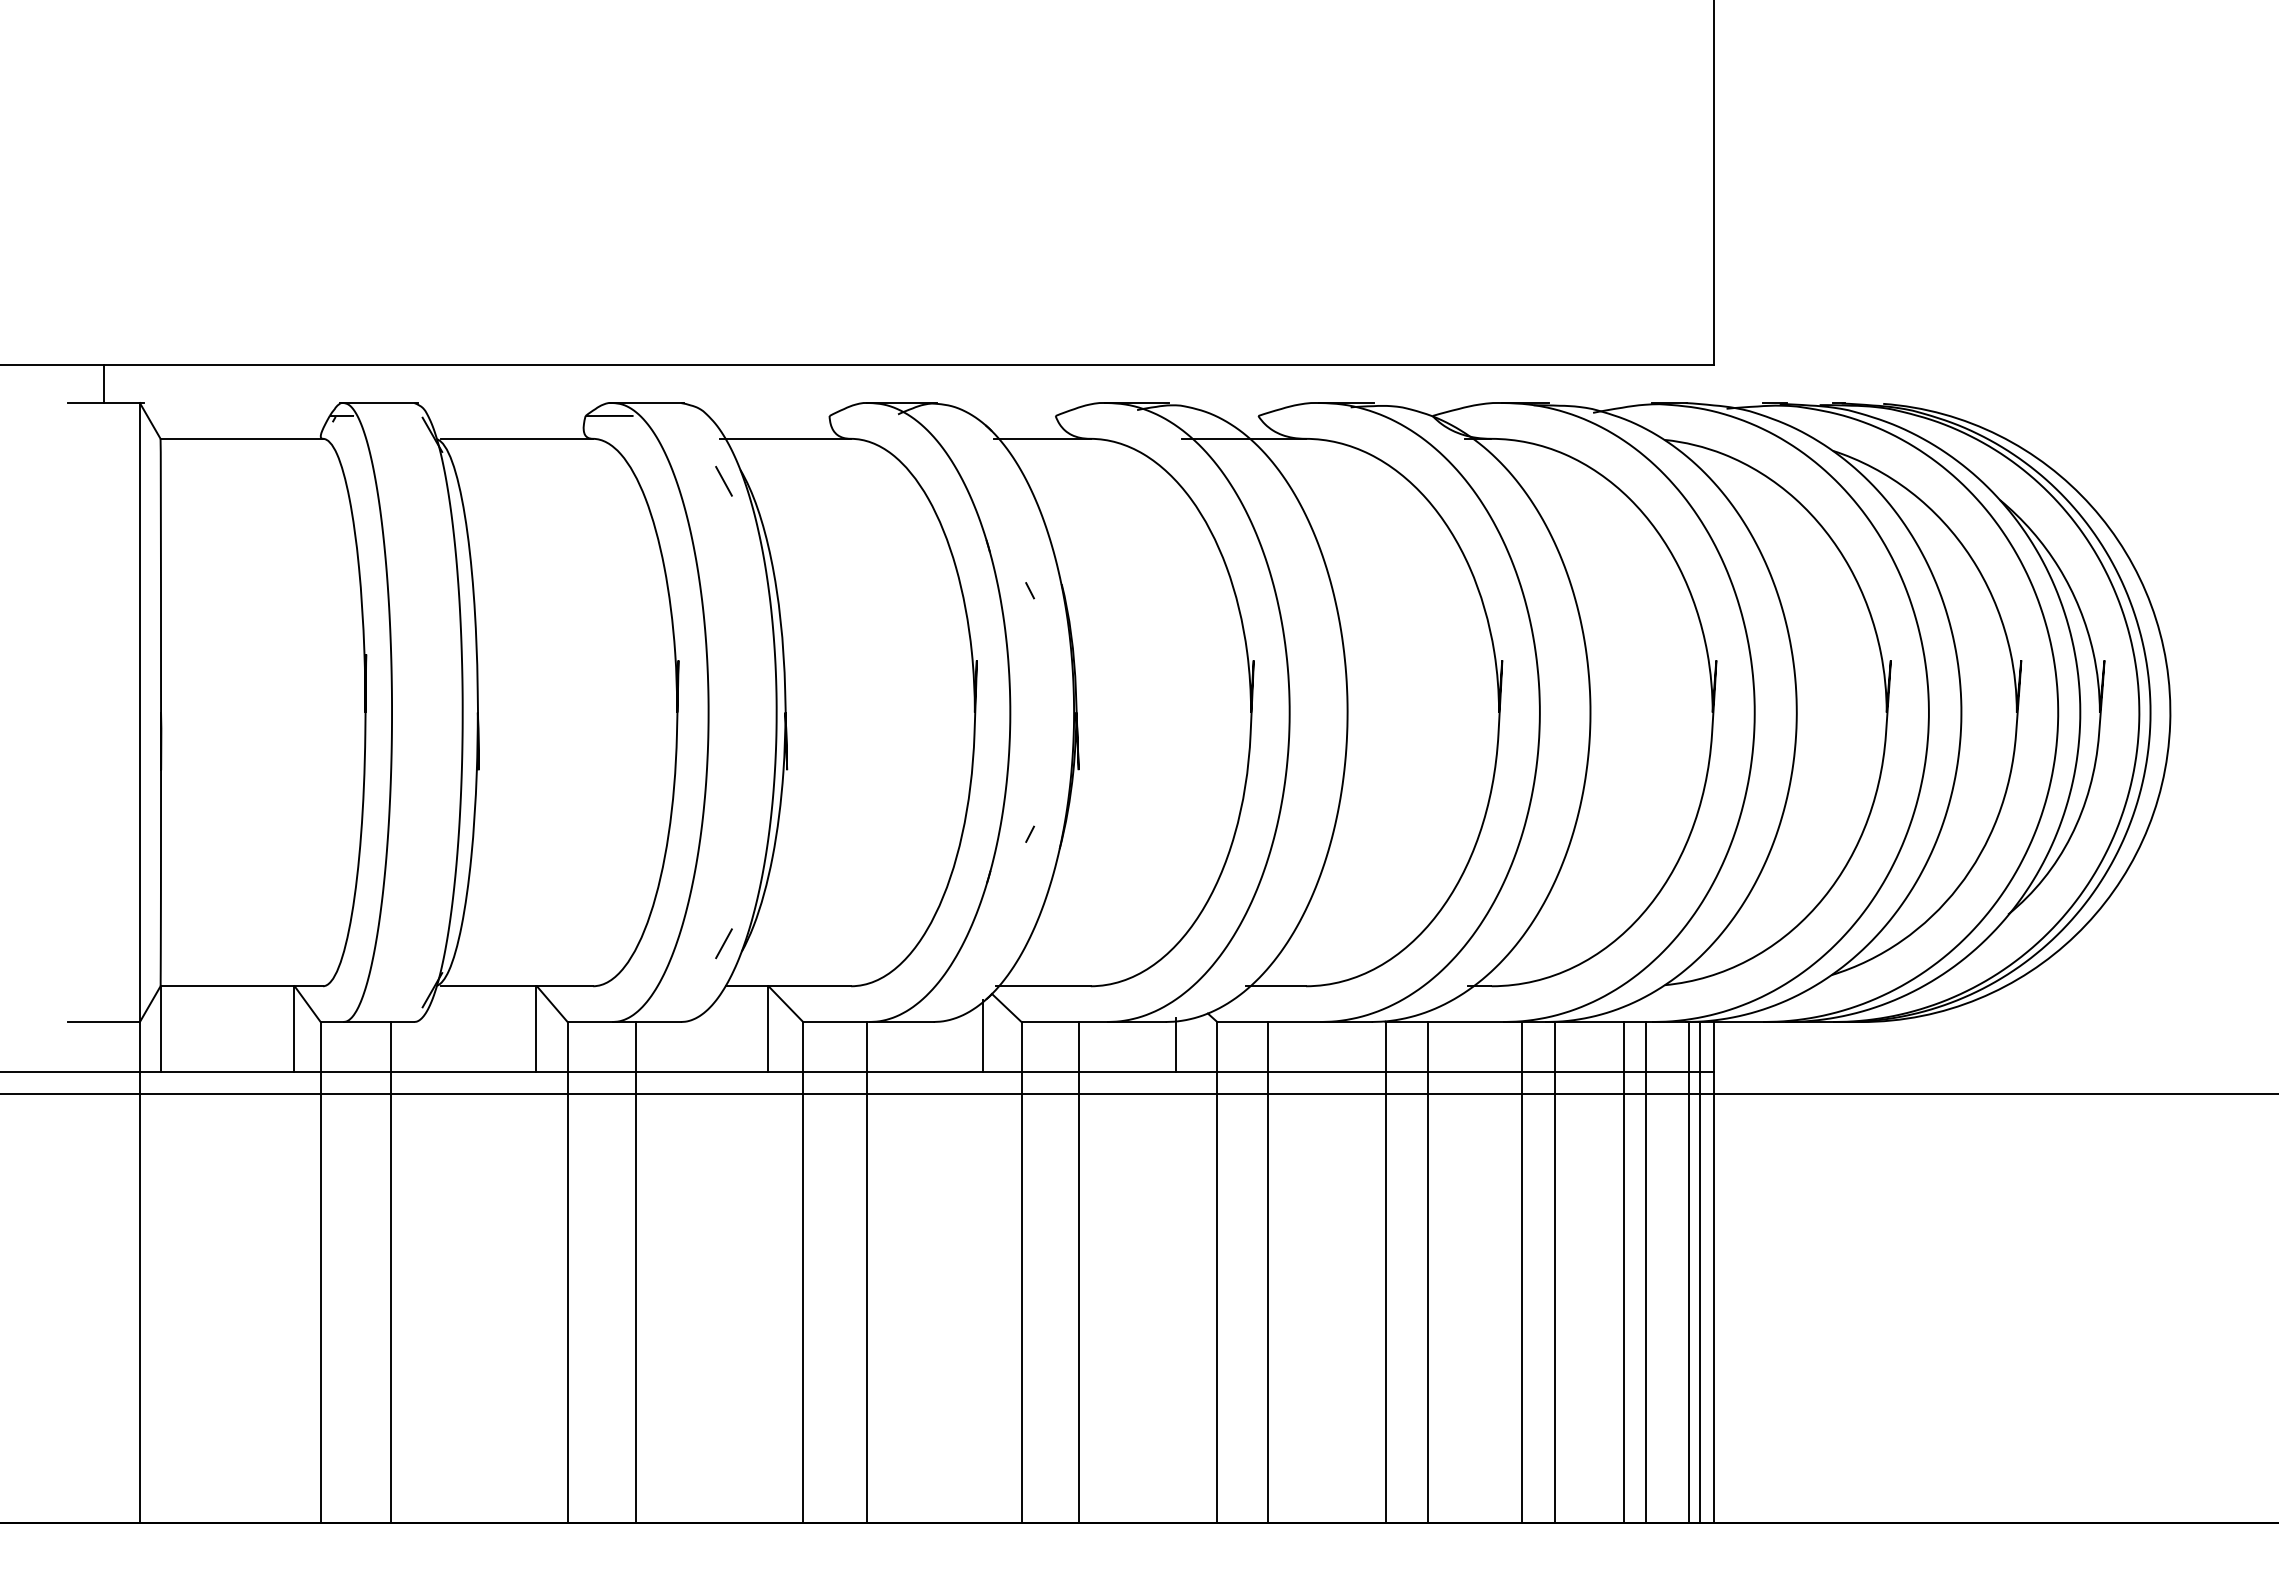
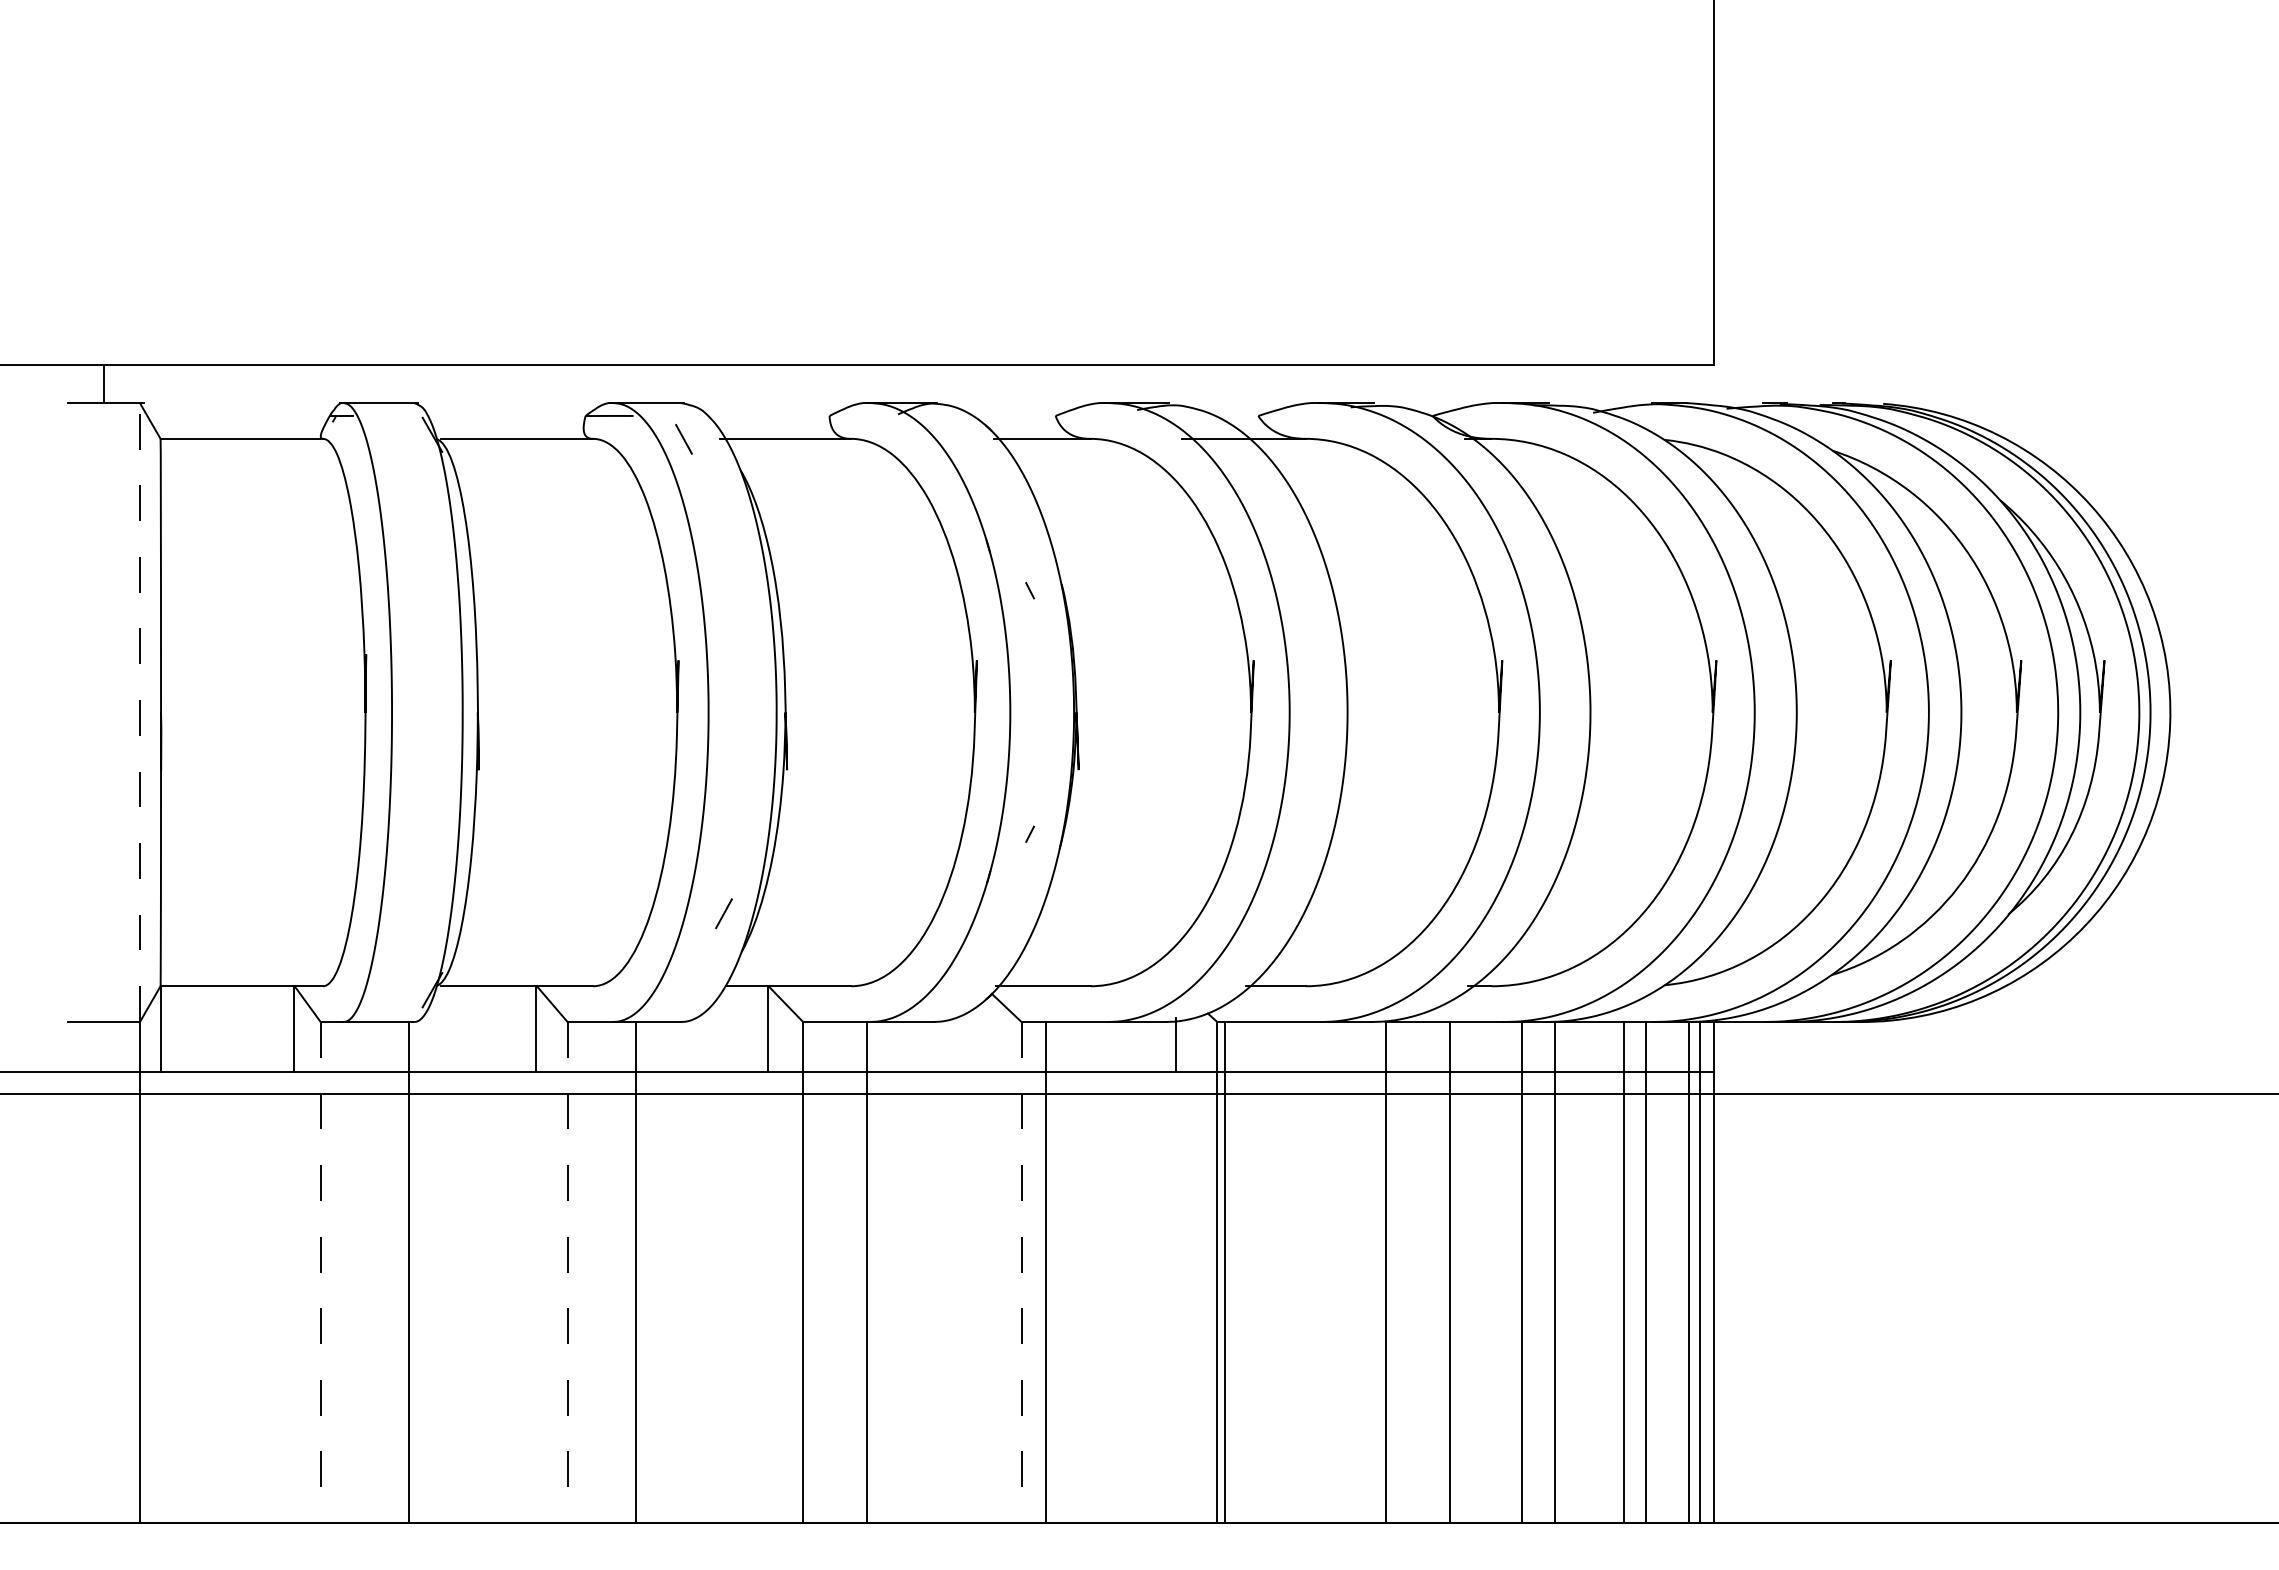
line at (723, 481) position: (723, 481) -> (683, 439)
line at (139, 712): solid -> dashed
line at (723, 943) position: (723, 943) -> (723, 913)
line at (982, 1035): present -> none
line at (391, 1272) position: (391, 1272) -> (409, 1272)
line at (1079, 1272) position: (1079, 1272) -> (1046, 1272)
line at (1267, 1272) position: (1267, 1272) -> (1224, 1272)
line at (1427, 1272) position: (1427, 1272) -> (1449, 1272)
line at (320, 1273): solid -> dashed
line at (567, 1273): solid -> dashed
line at (1021, 1273): solid -> dashed
